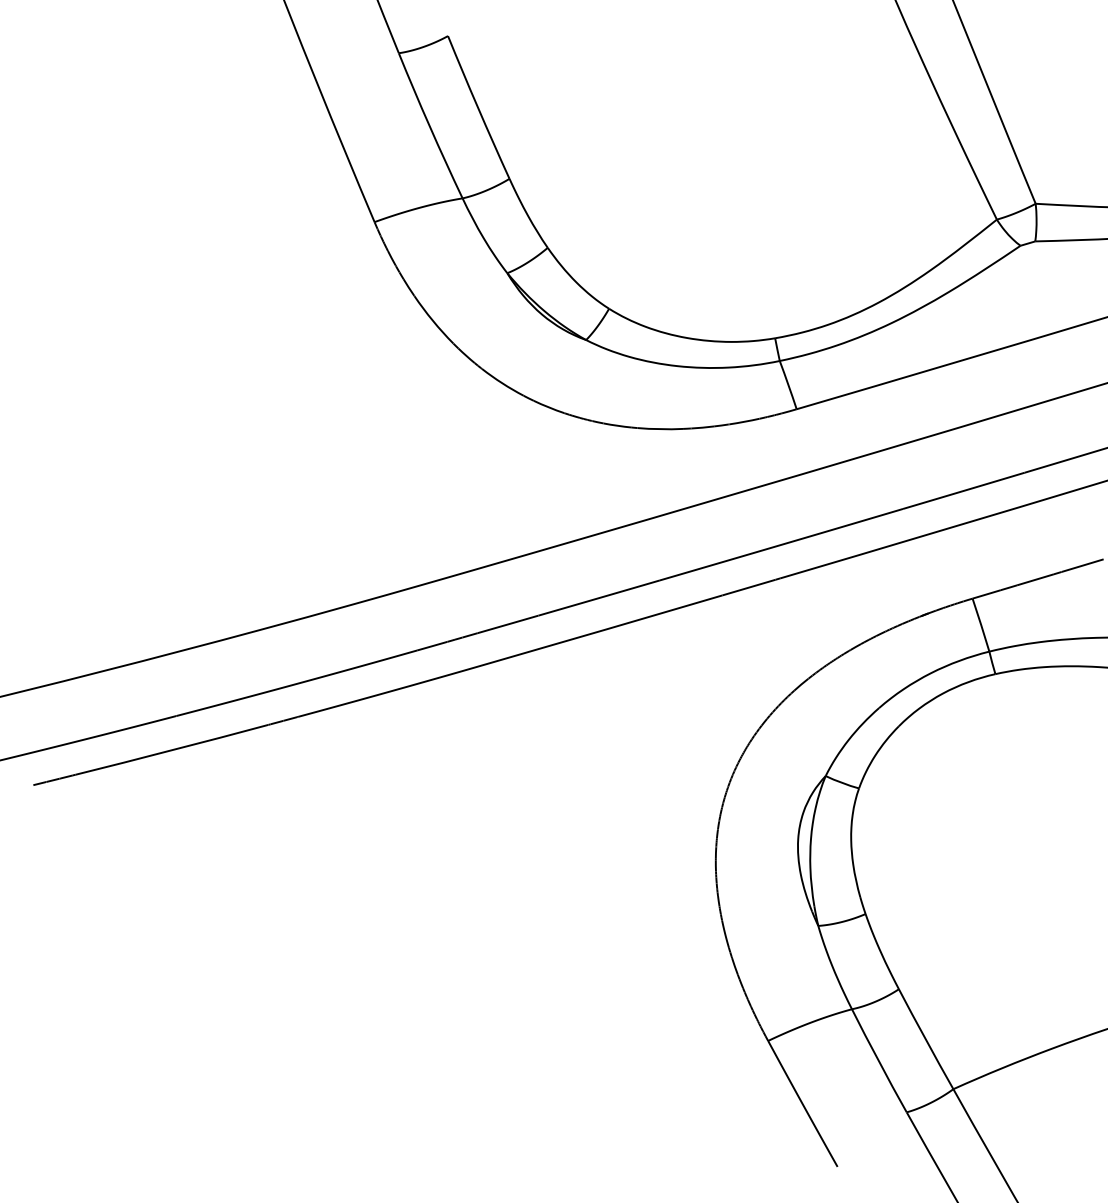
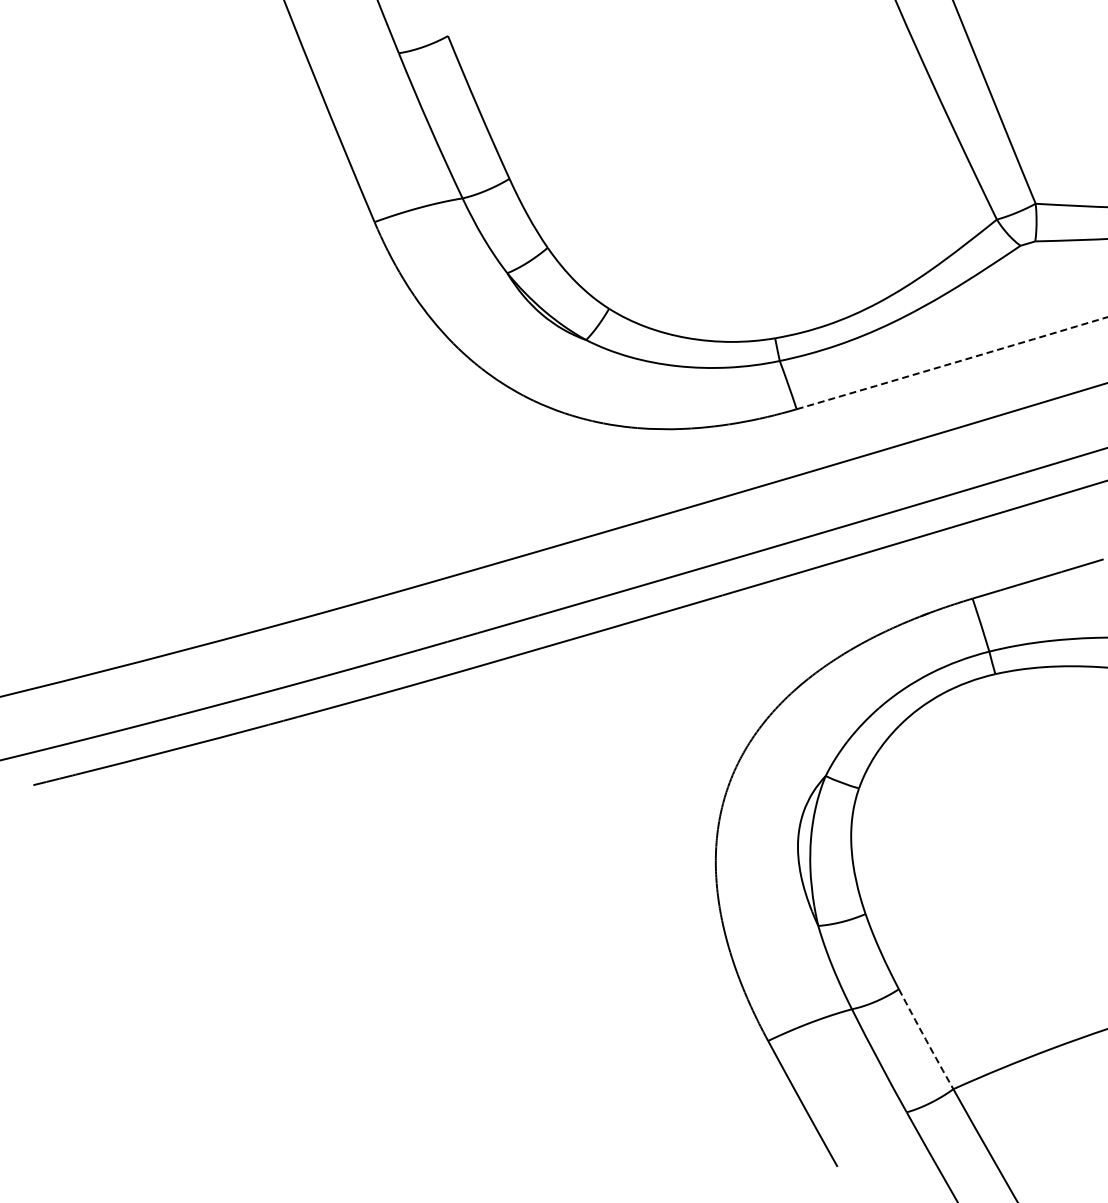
arc at (952, 363): solid -> dashed
arc at (925, 1039): solid -> dashed
